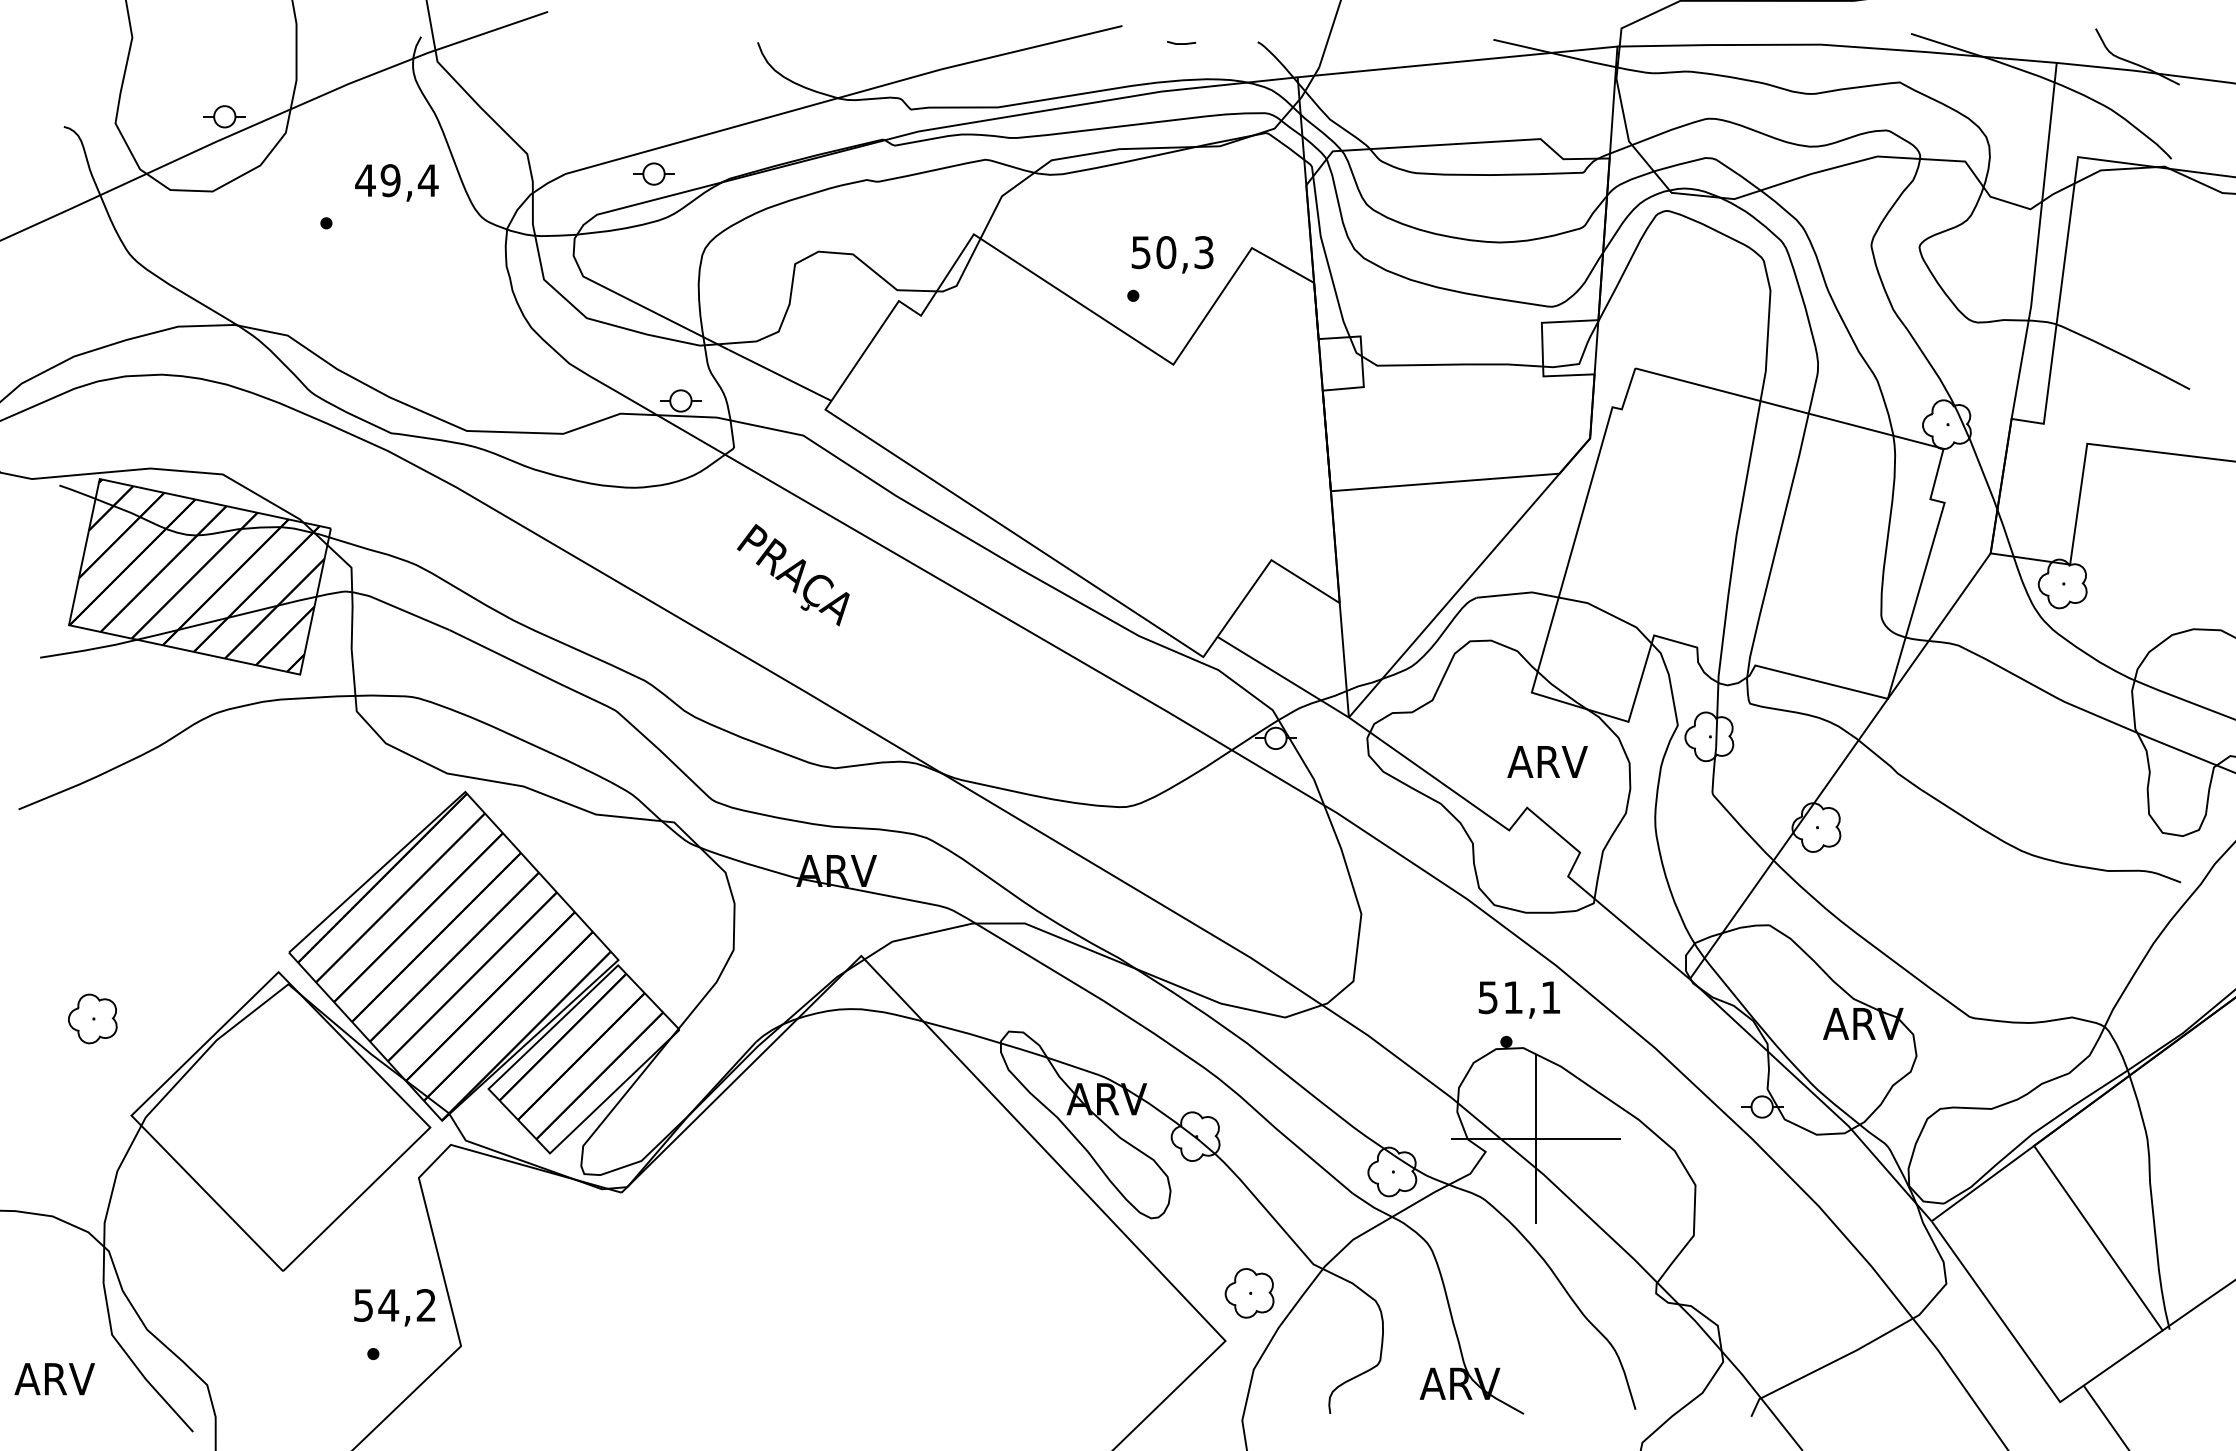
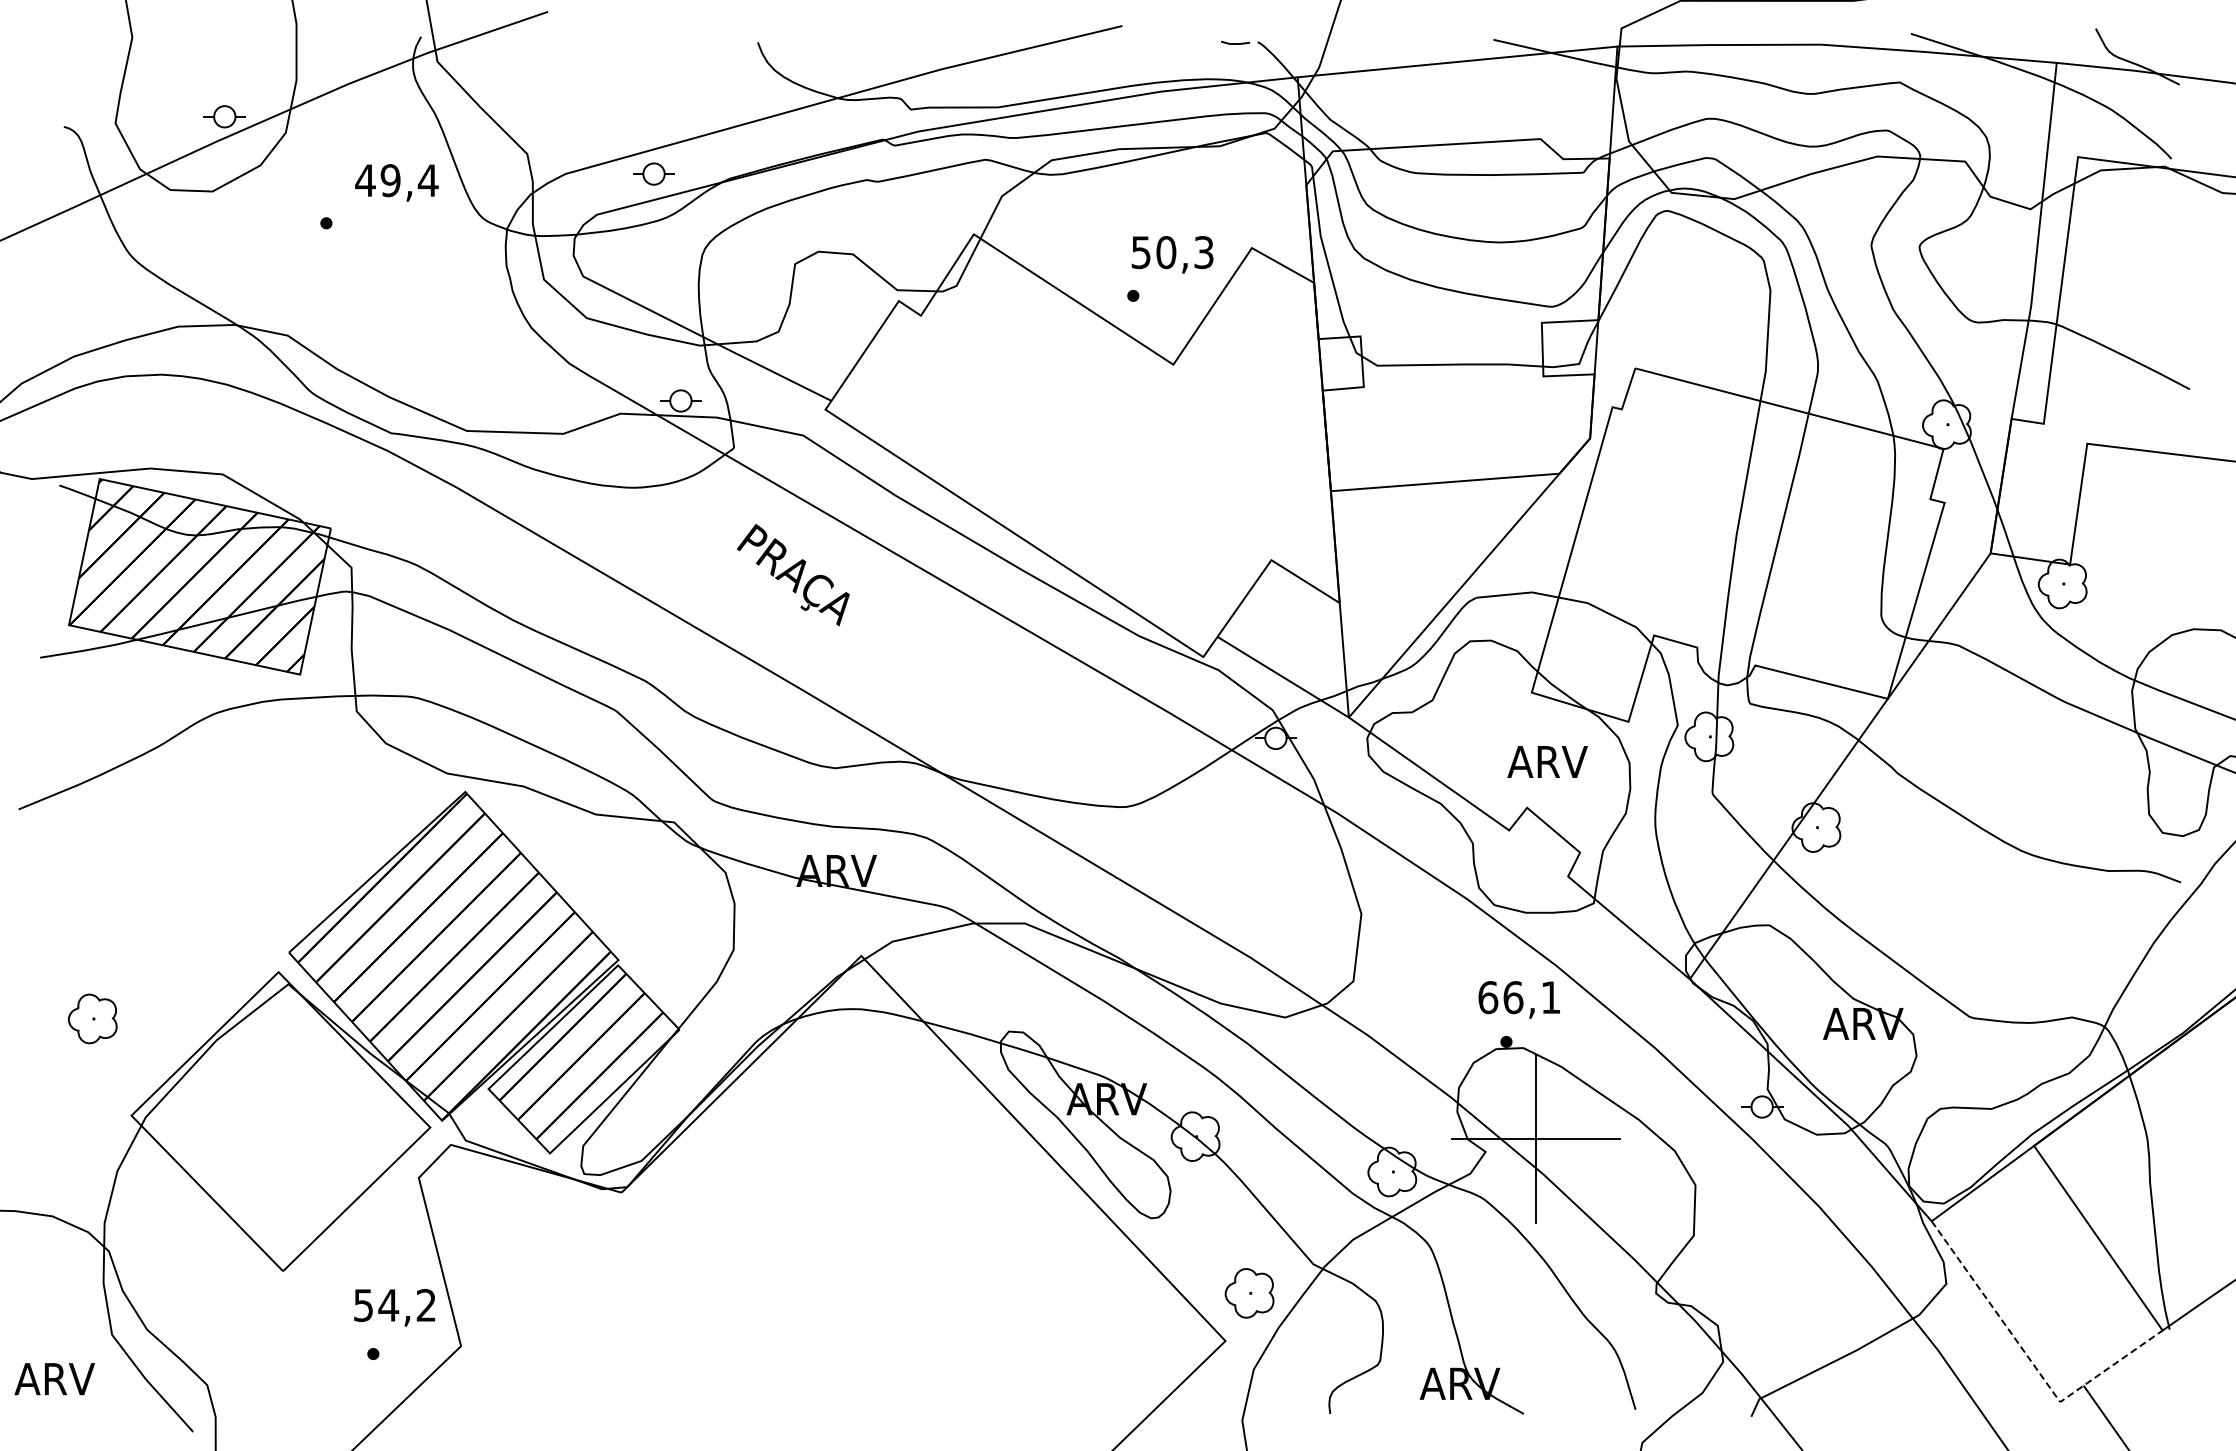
line at (1181, 43) position: (1181, 43) -> (1235, 43)
text at (1500, 997): 51,1 -> 66,1
line at (2032, 1363): solid -> dashed
